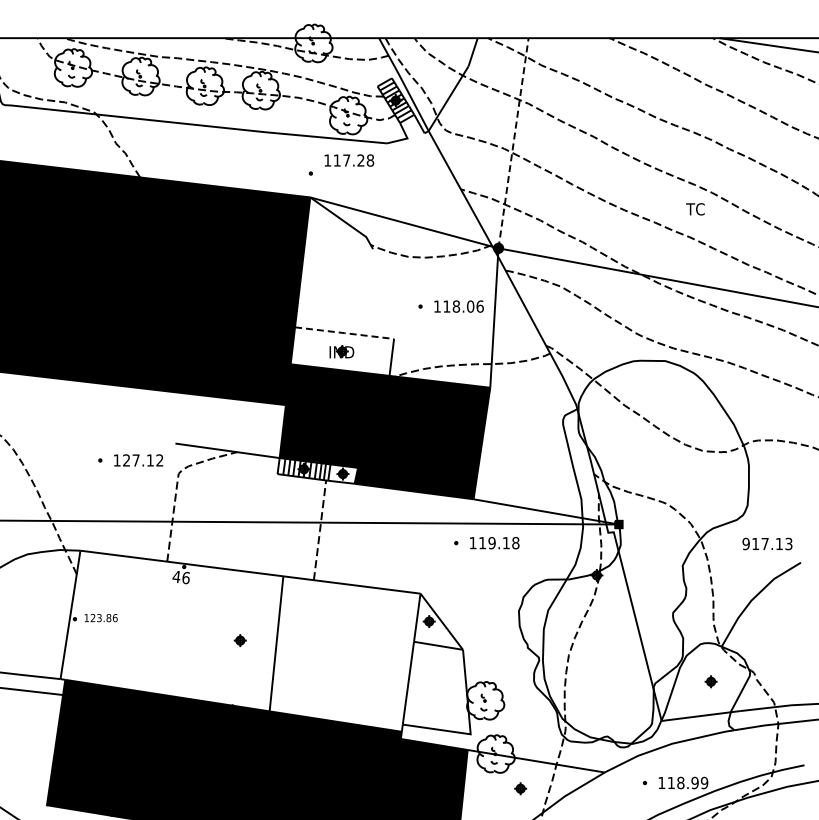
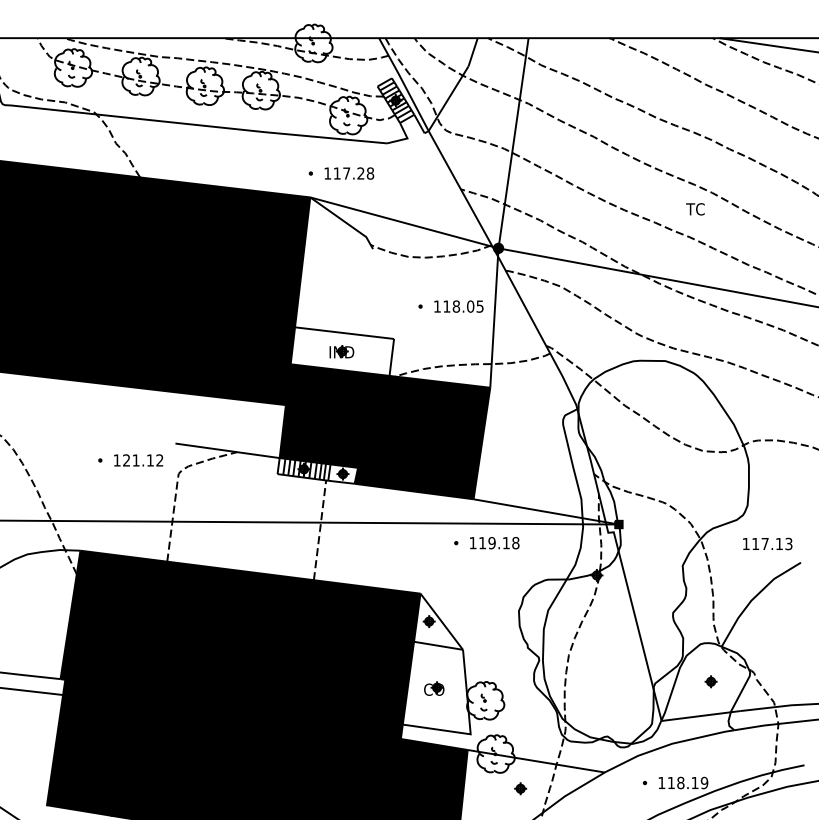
line at (513, 143): dashed -> solid
text at (349, 160) position: (349, 160) -> (349, 173)
text at (479, 306): 118.06 -> 118.05
line at (344, 333): dashed -> solid
text at (135, 460): 127.12 -> 121.12
text at (745, 543): 917.13 -> 117.13
fill at (240, 640): none -> present
part at (434, 688): none -> present
text at (694, 782): 118.99 -> 118.19
